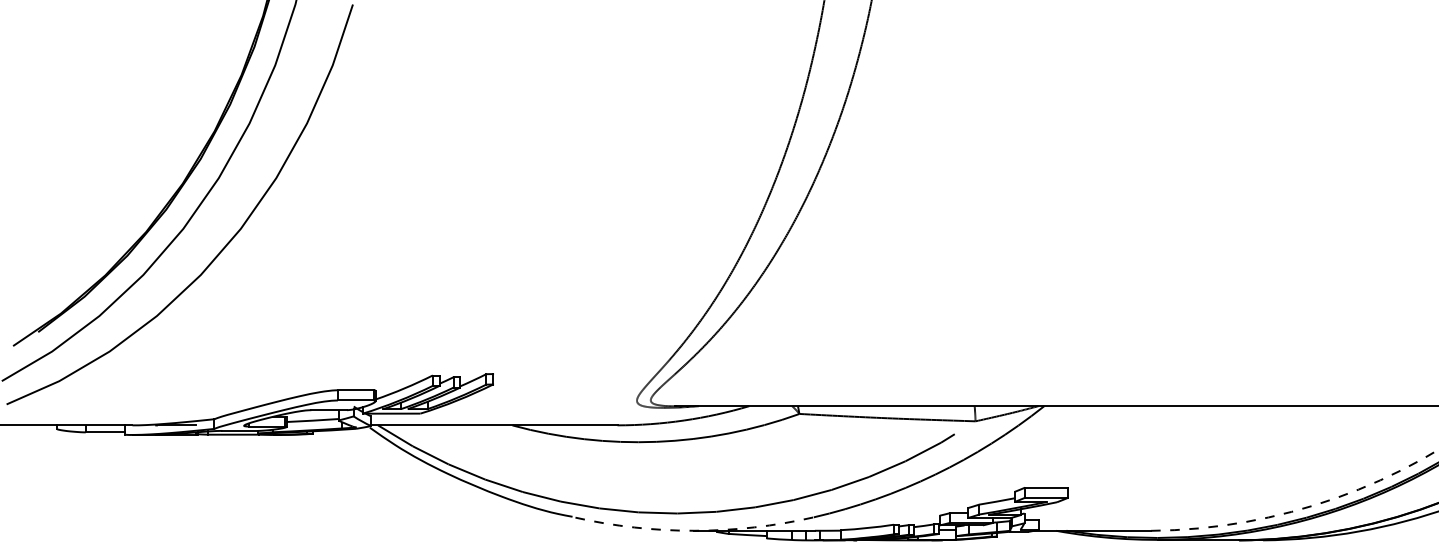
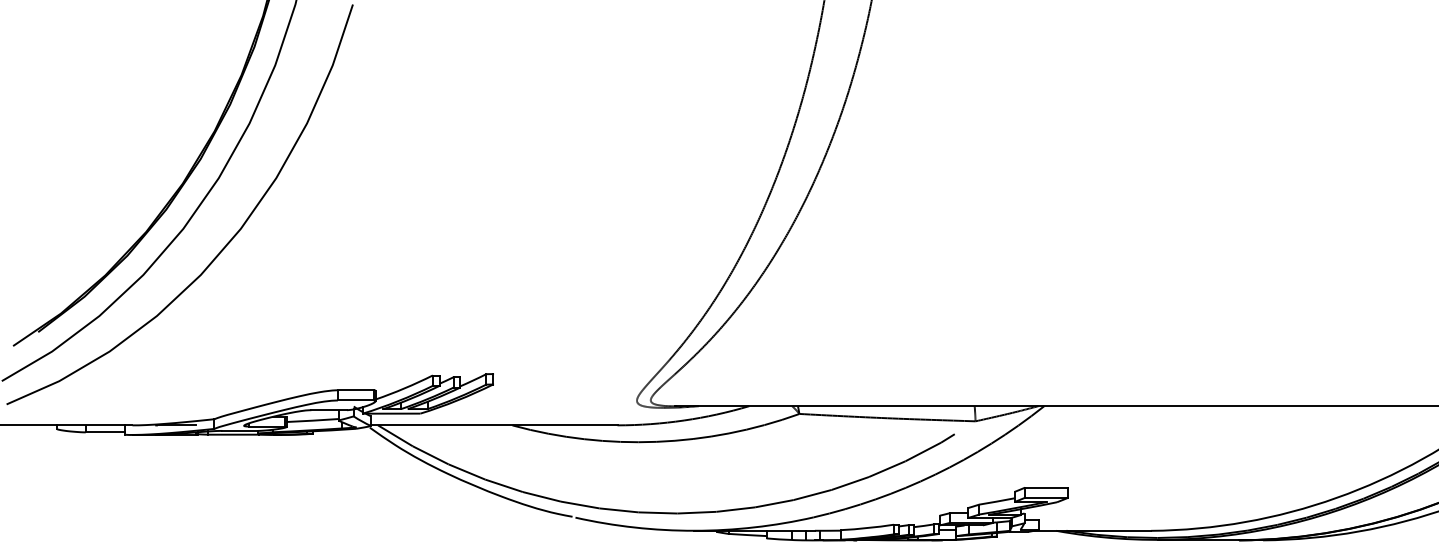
arc at (1301, 509): dashed -> solid
arc at (694, 530): dashed -> solid
